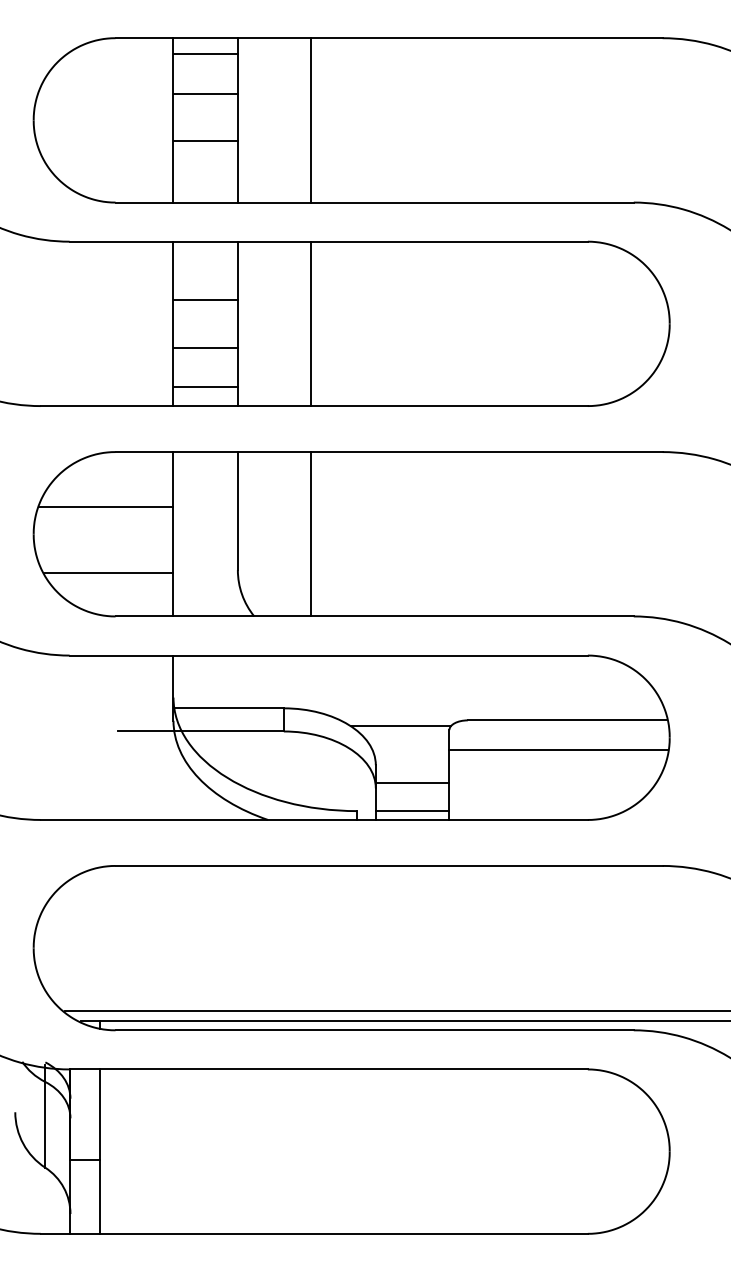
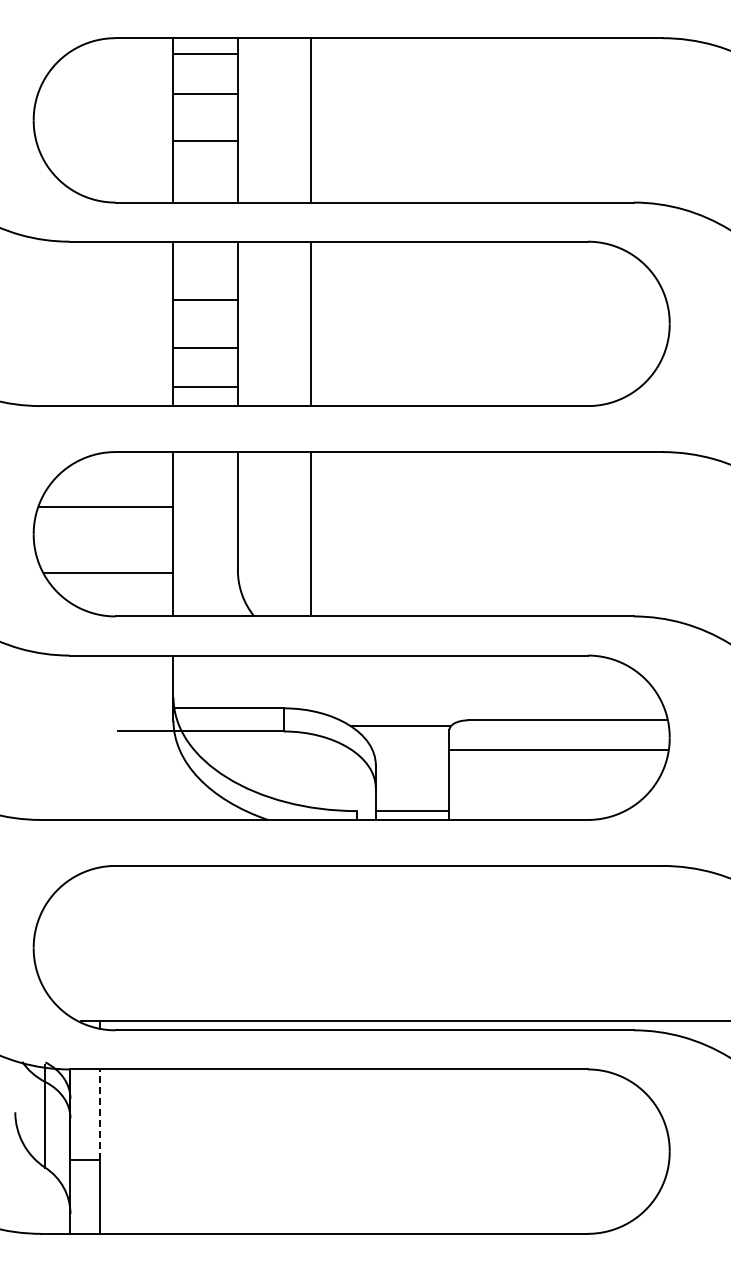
line at (412, 782): present -> none
line at (395, 1011): present -> none
line at (99, 1114): solid -> dashed
